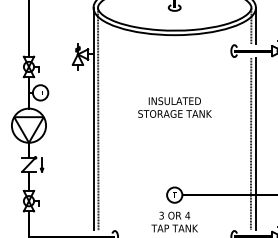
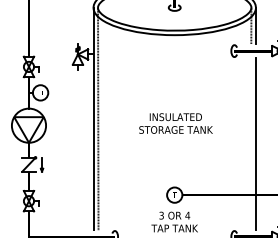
text at (174, 107) position: (174, 107) -> (175, 123)
line at (250, 143): present -> none
